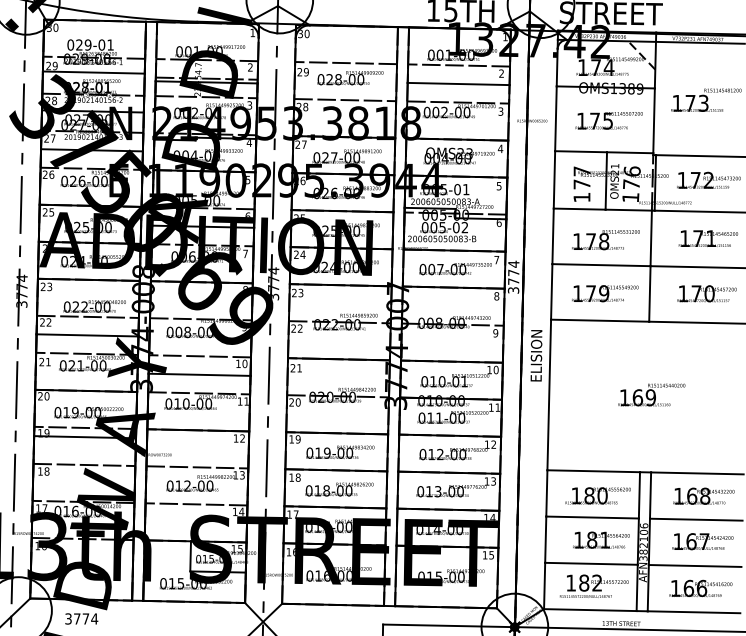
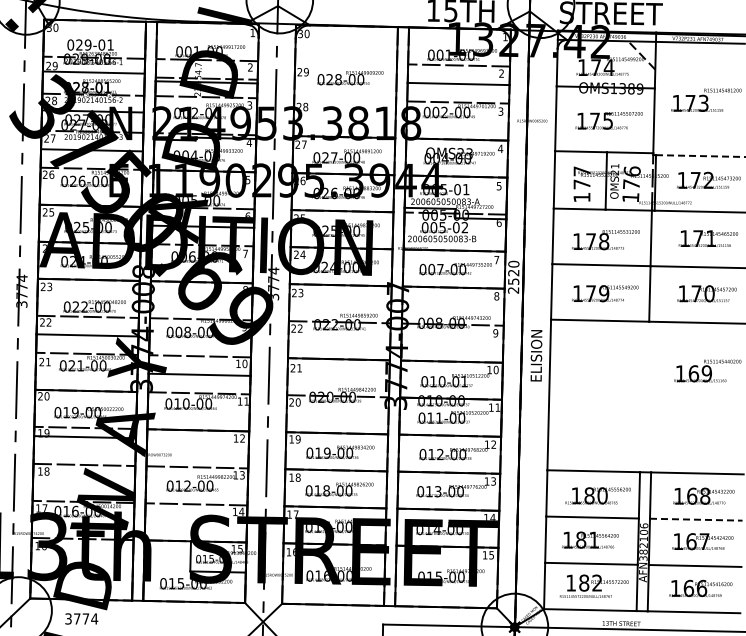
line at (346, 63): present -> none
line at (345, 100): present -> none
line at (700, 156): solid -> dashed
text at (513, 276): 3774 -> 2520
text at (651, 394) position: (651, 394) -> (707, 370)
line at (696, 519): solid -> dashed
text at (601, 539) position: (601, 539) -> (590, 539)
